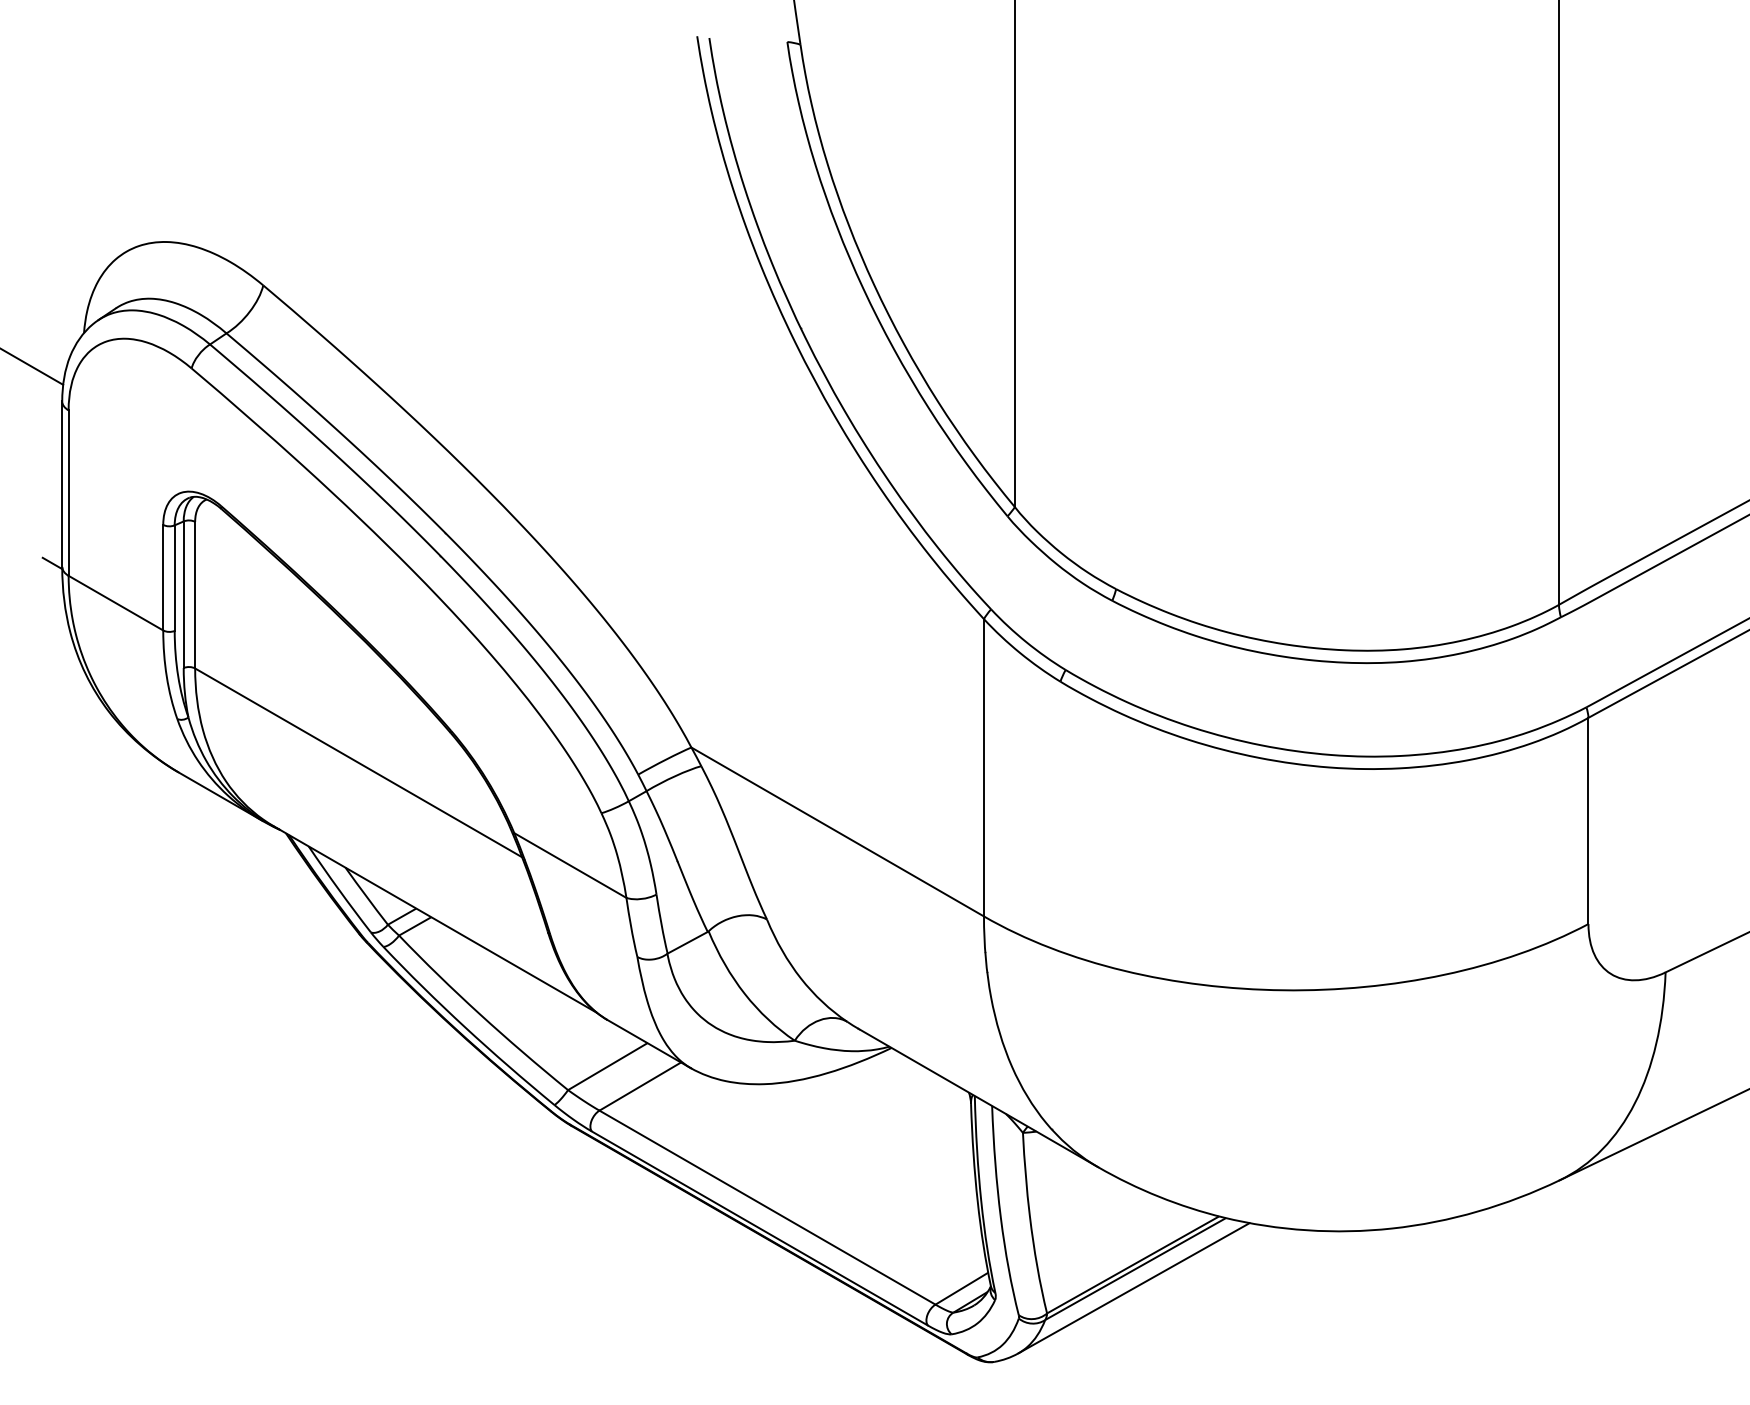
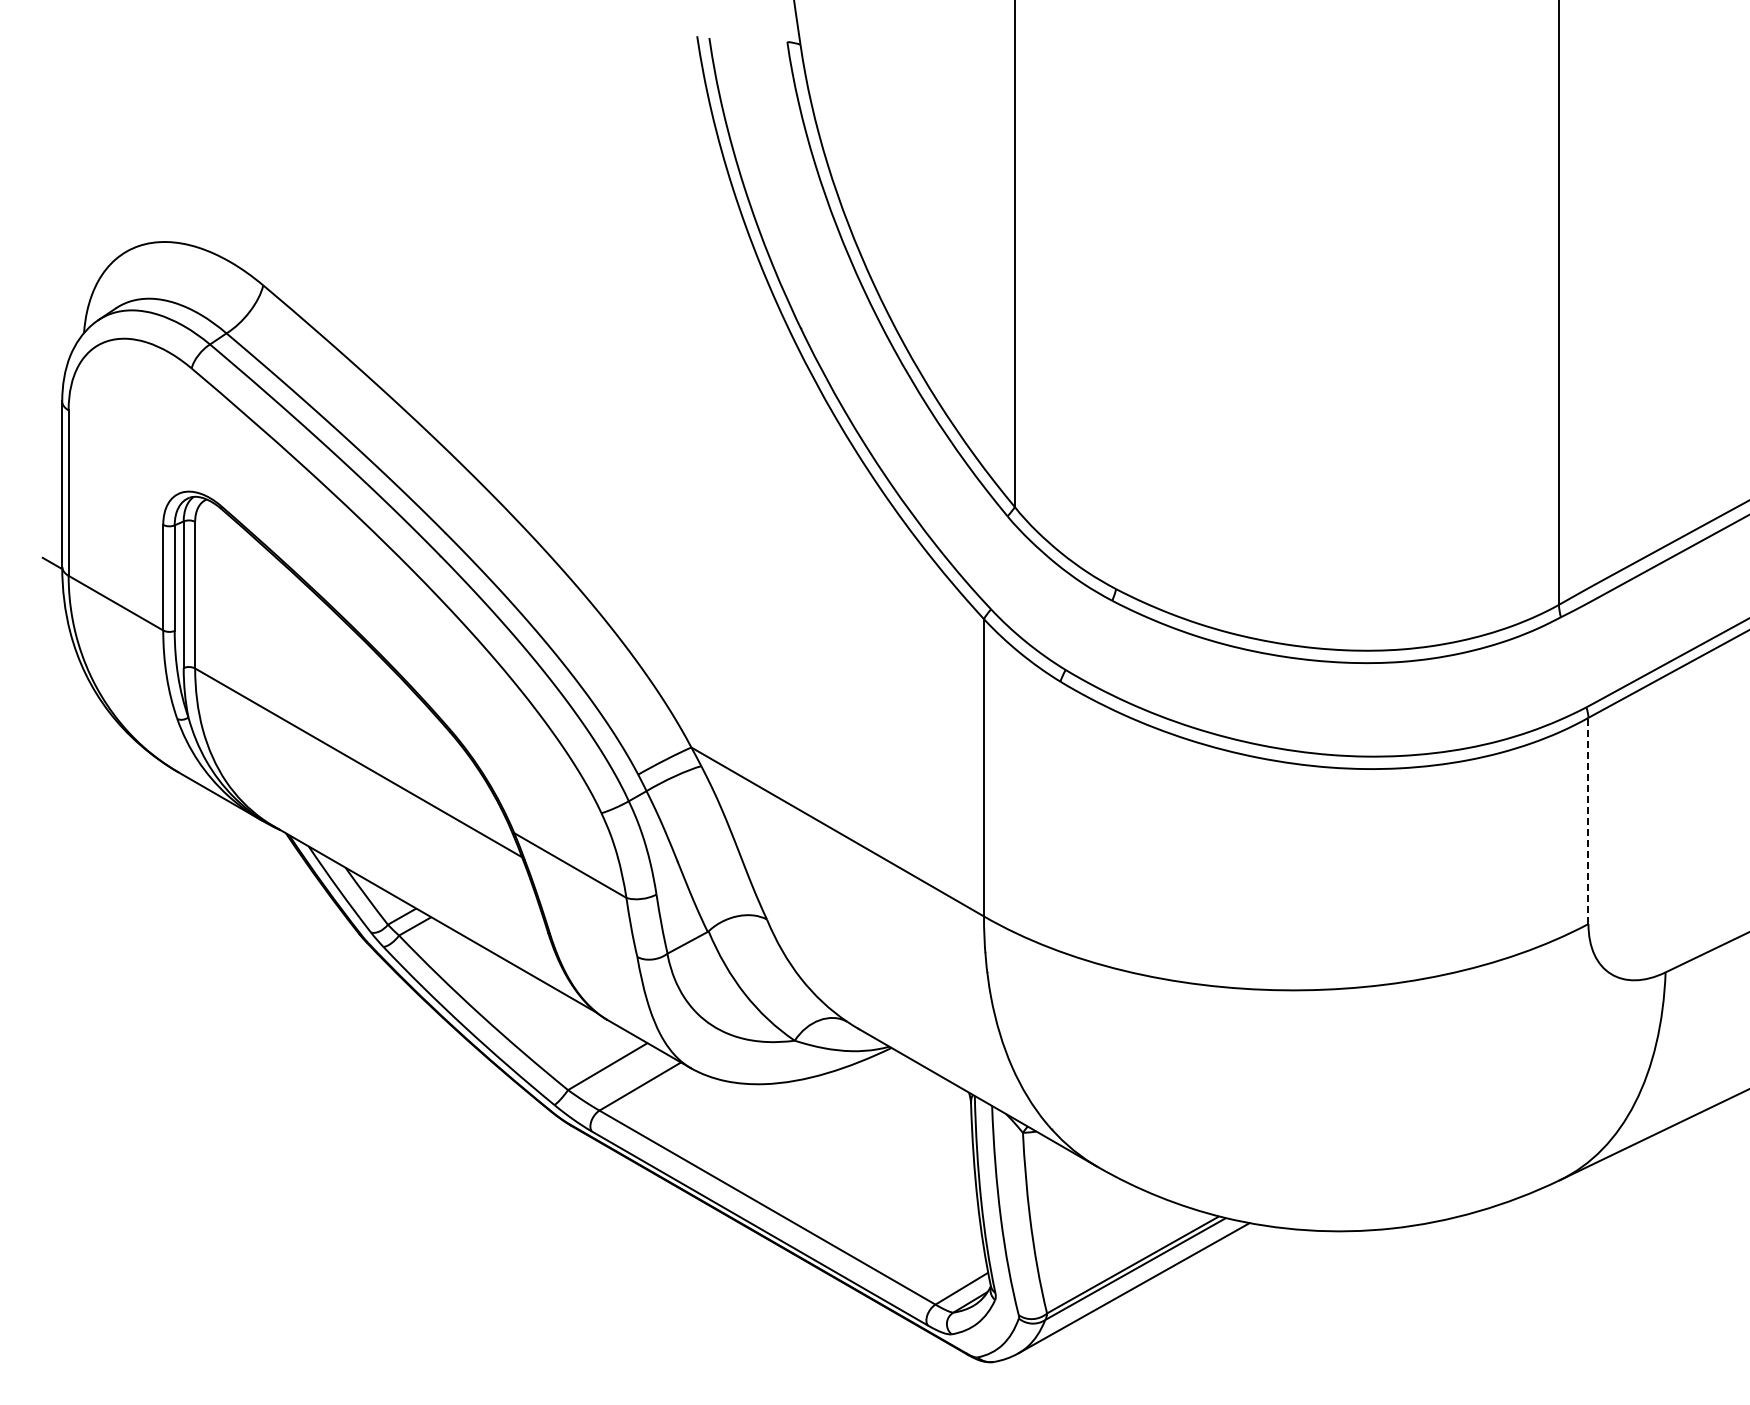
line at (32, 366): present -> none
line at (1588, 820): solid -> dashed
